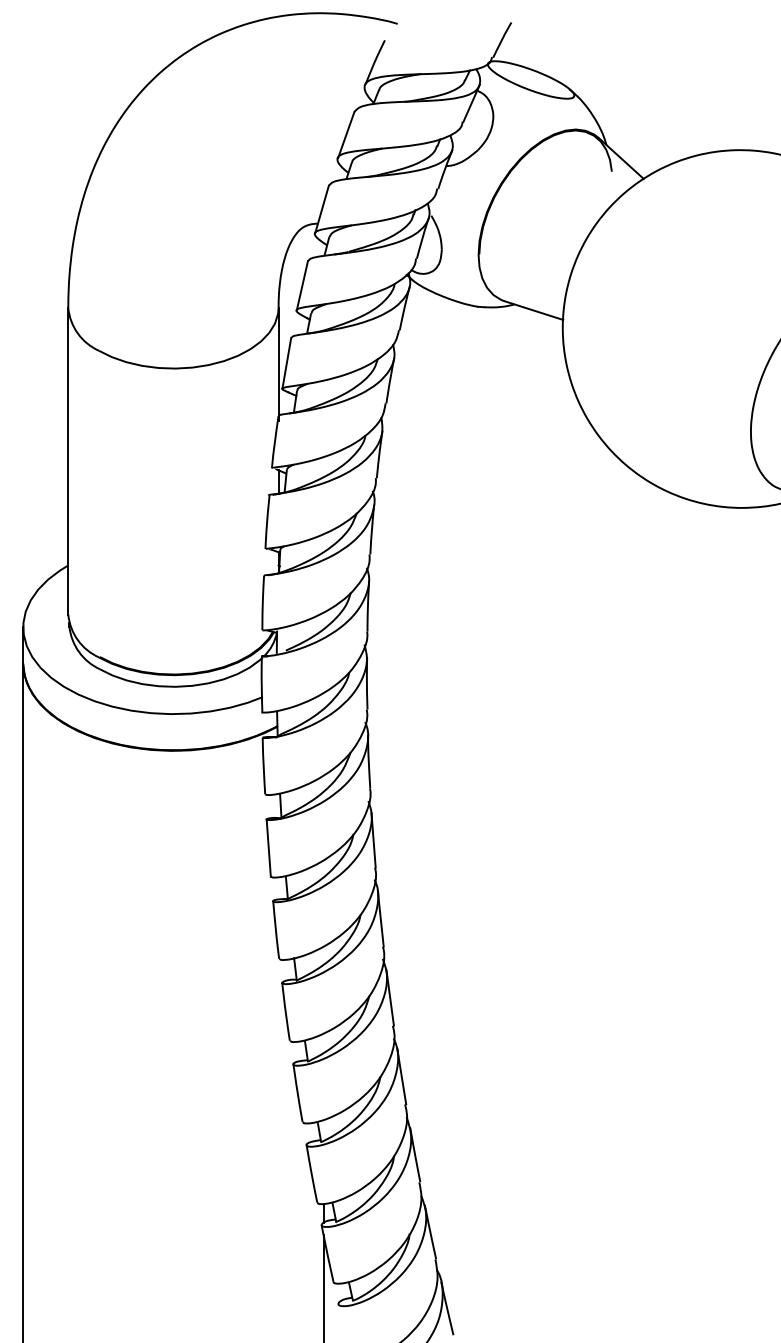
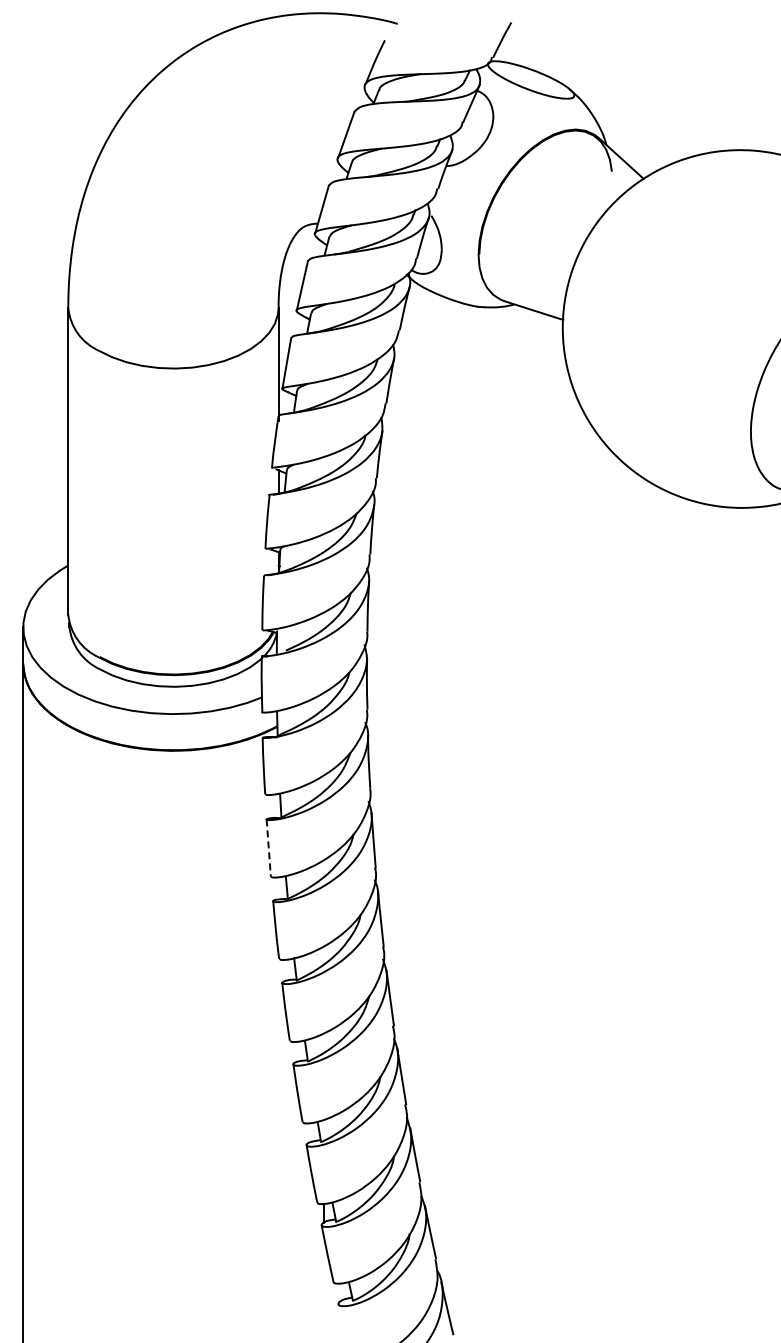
line at (268, 848): solid -> dashed
line at (323, 1287): present -> none
